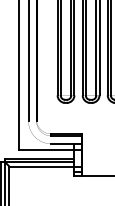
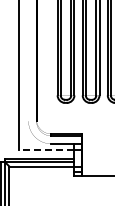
line at (28, 61): present -> none
line at (46, 150): solid -> dashed
